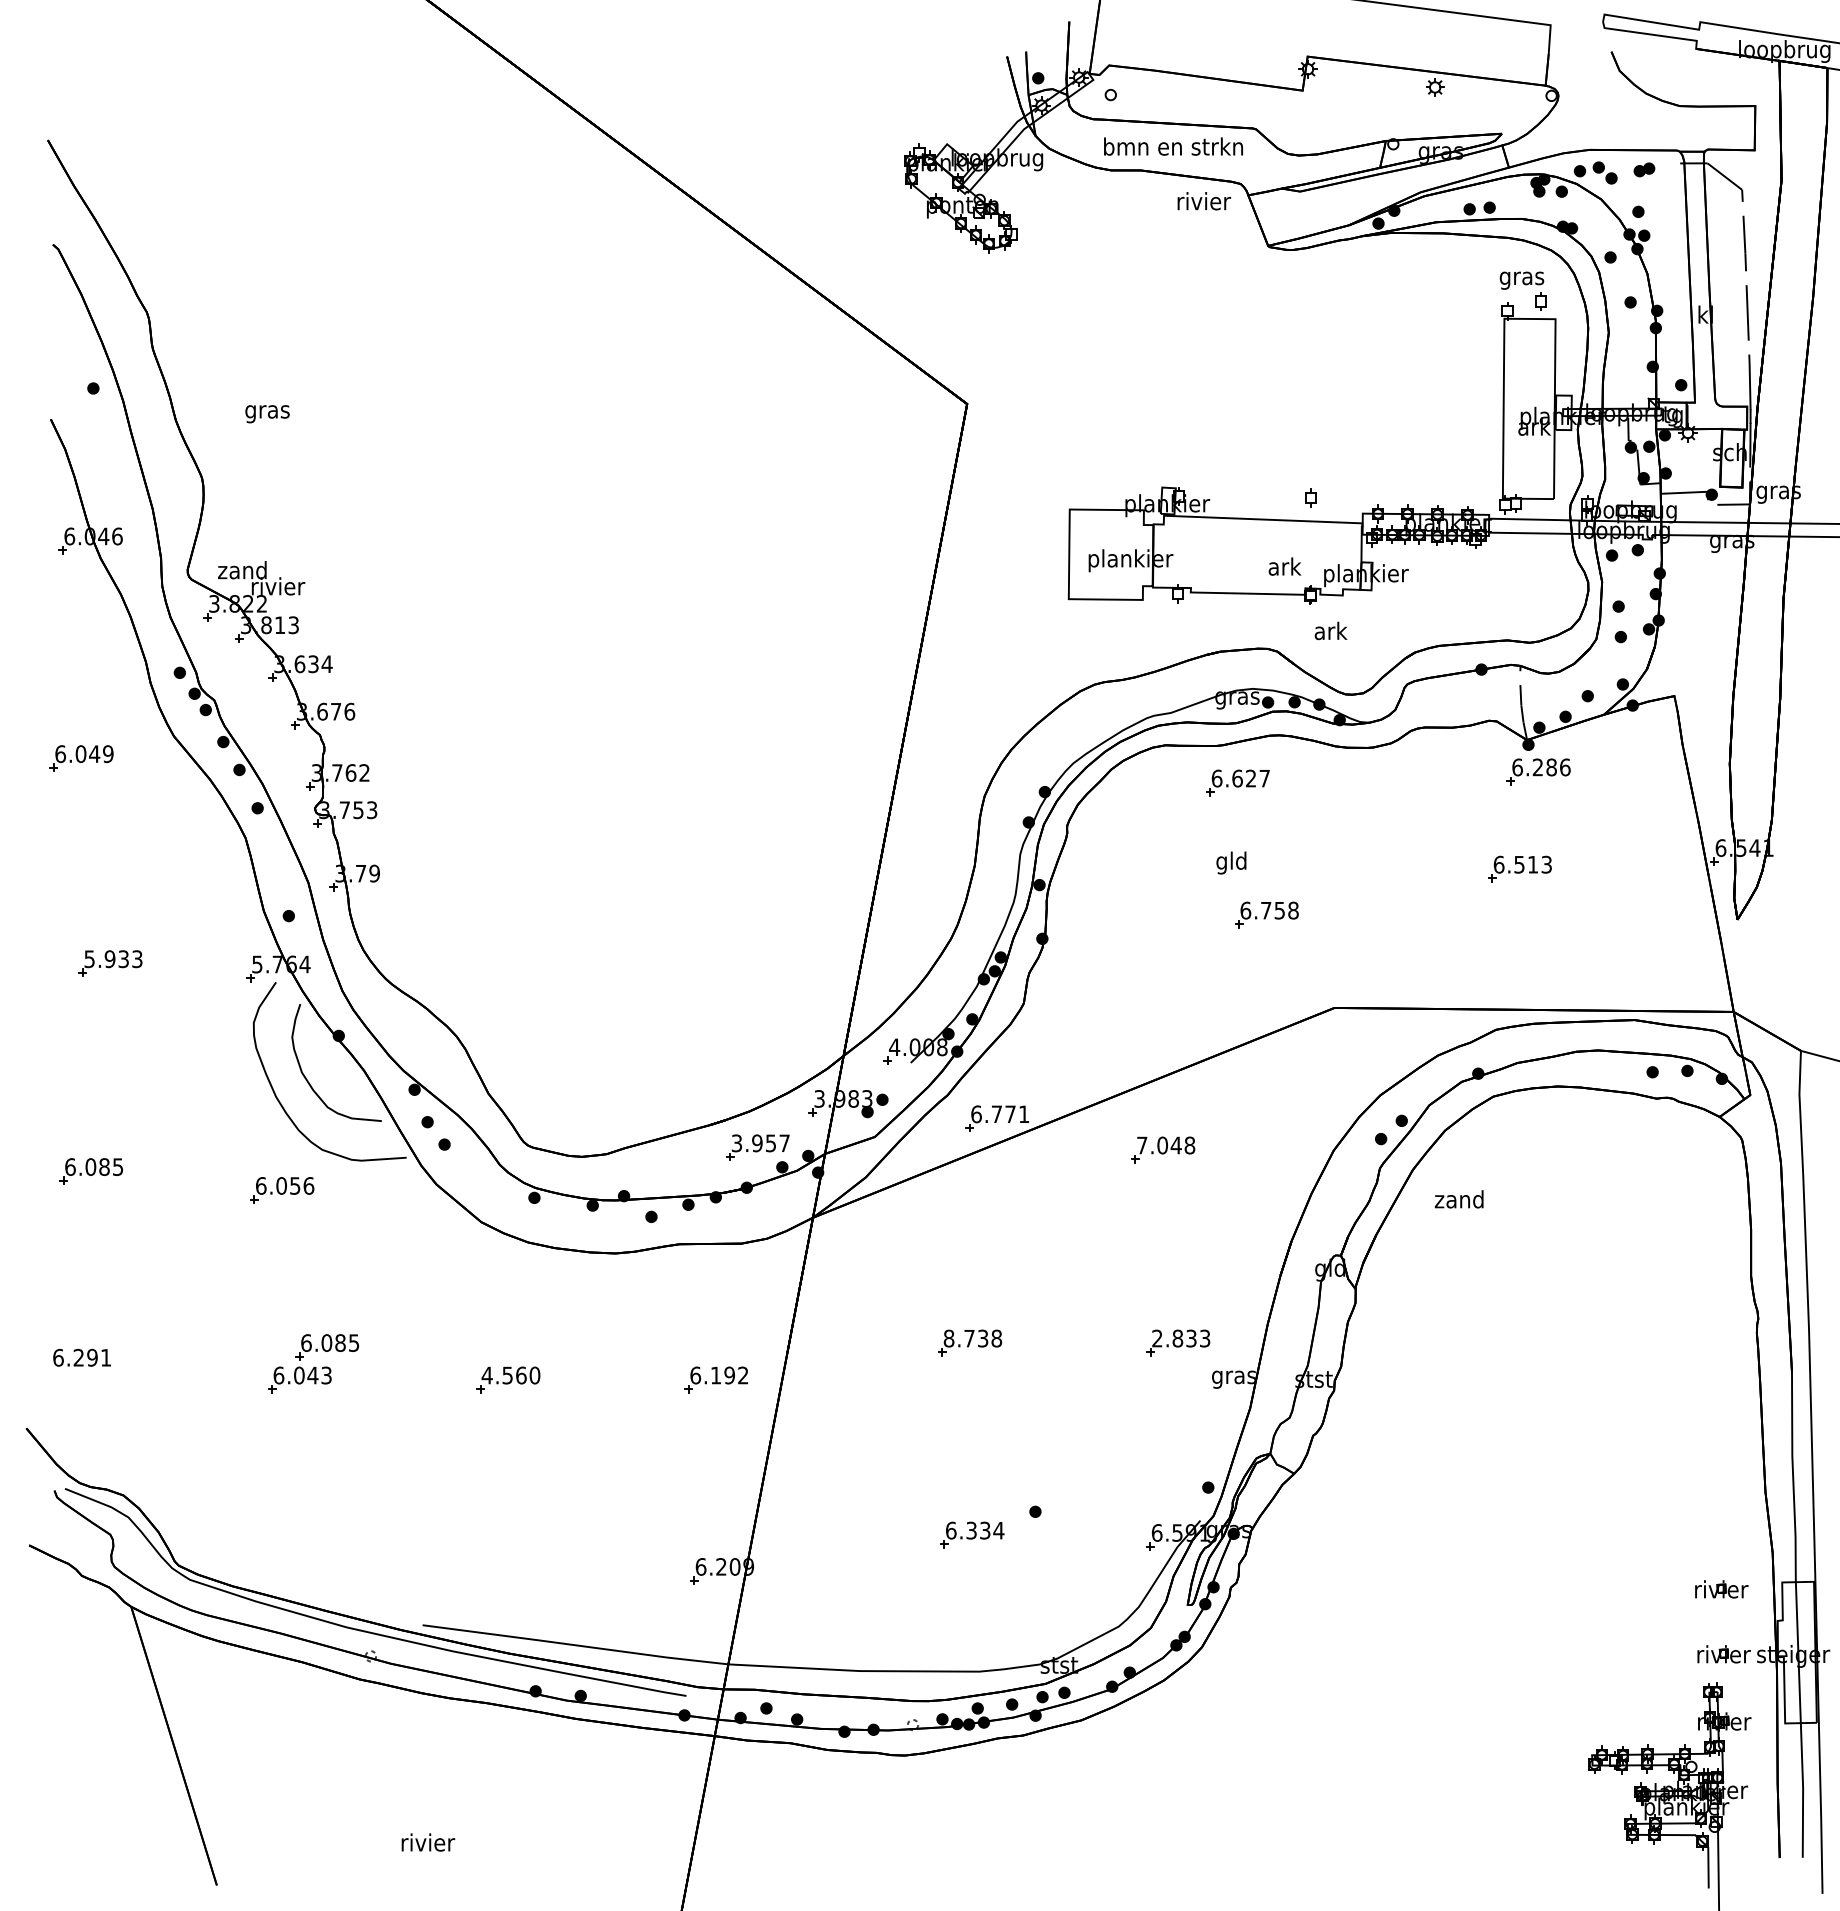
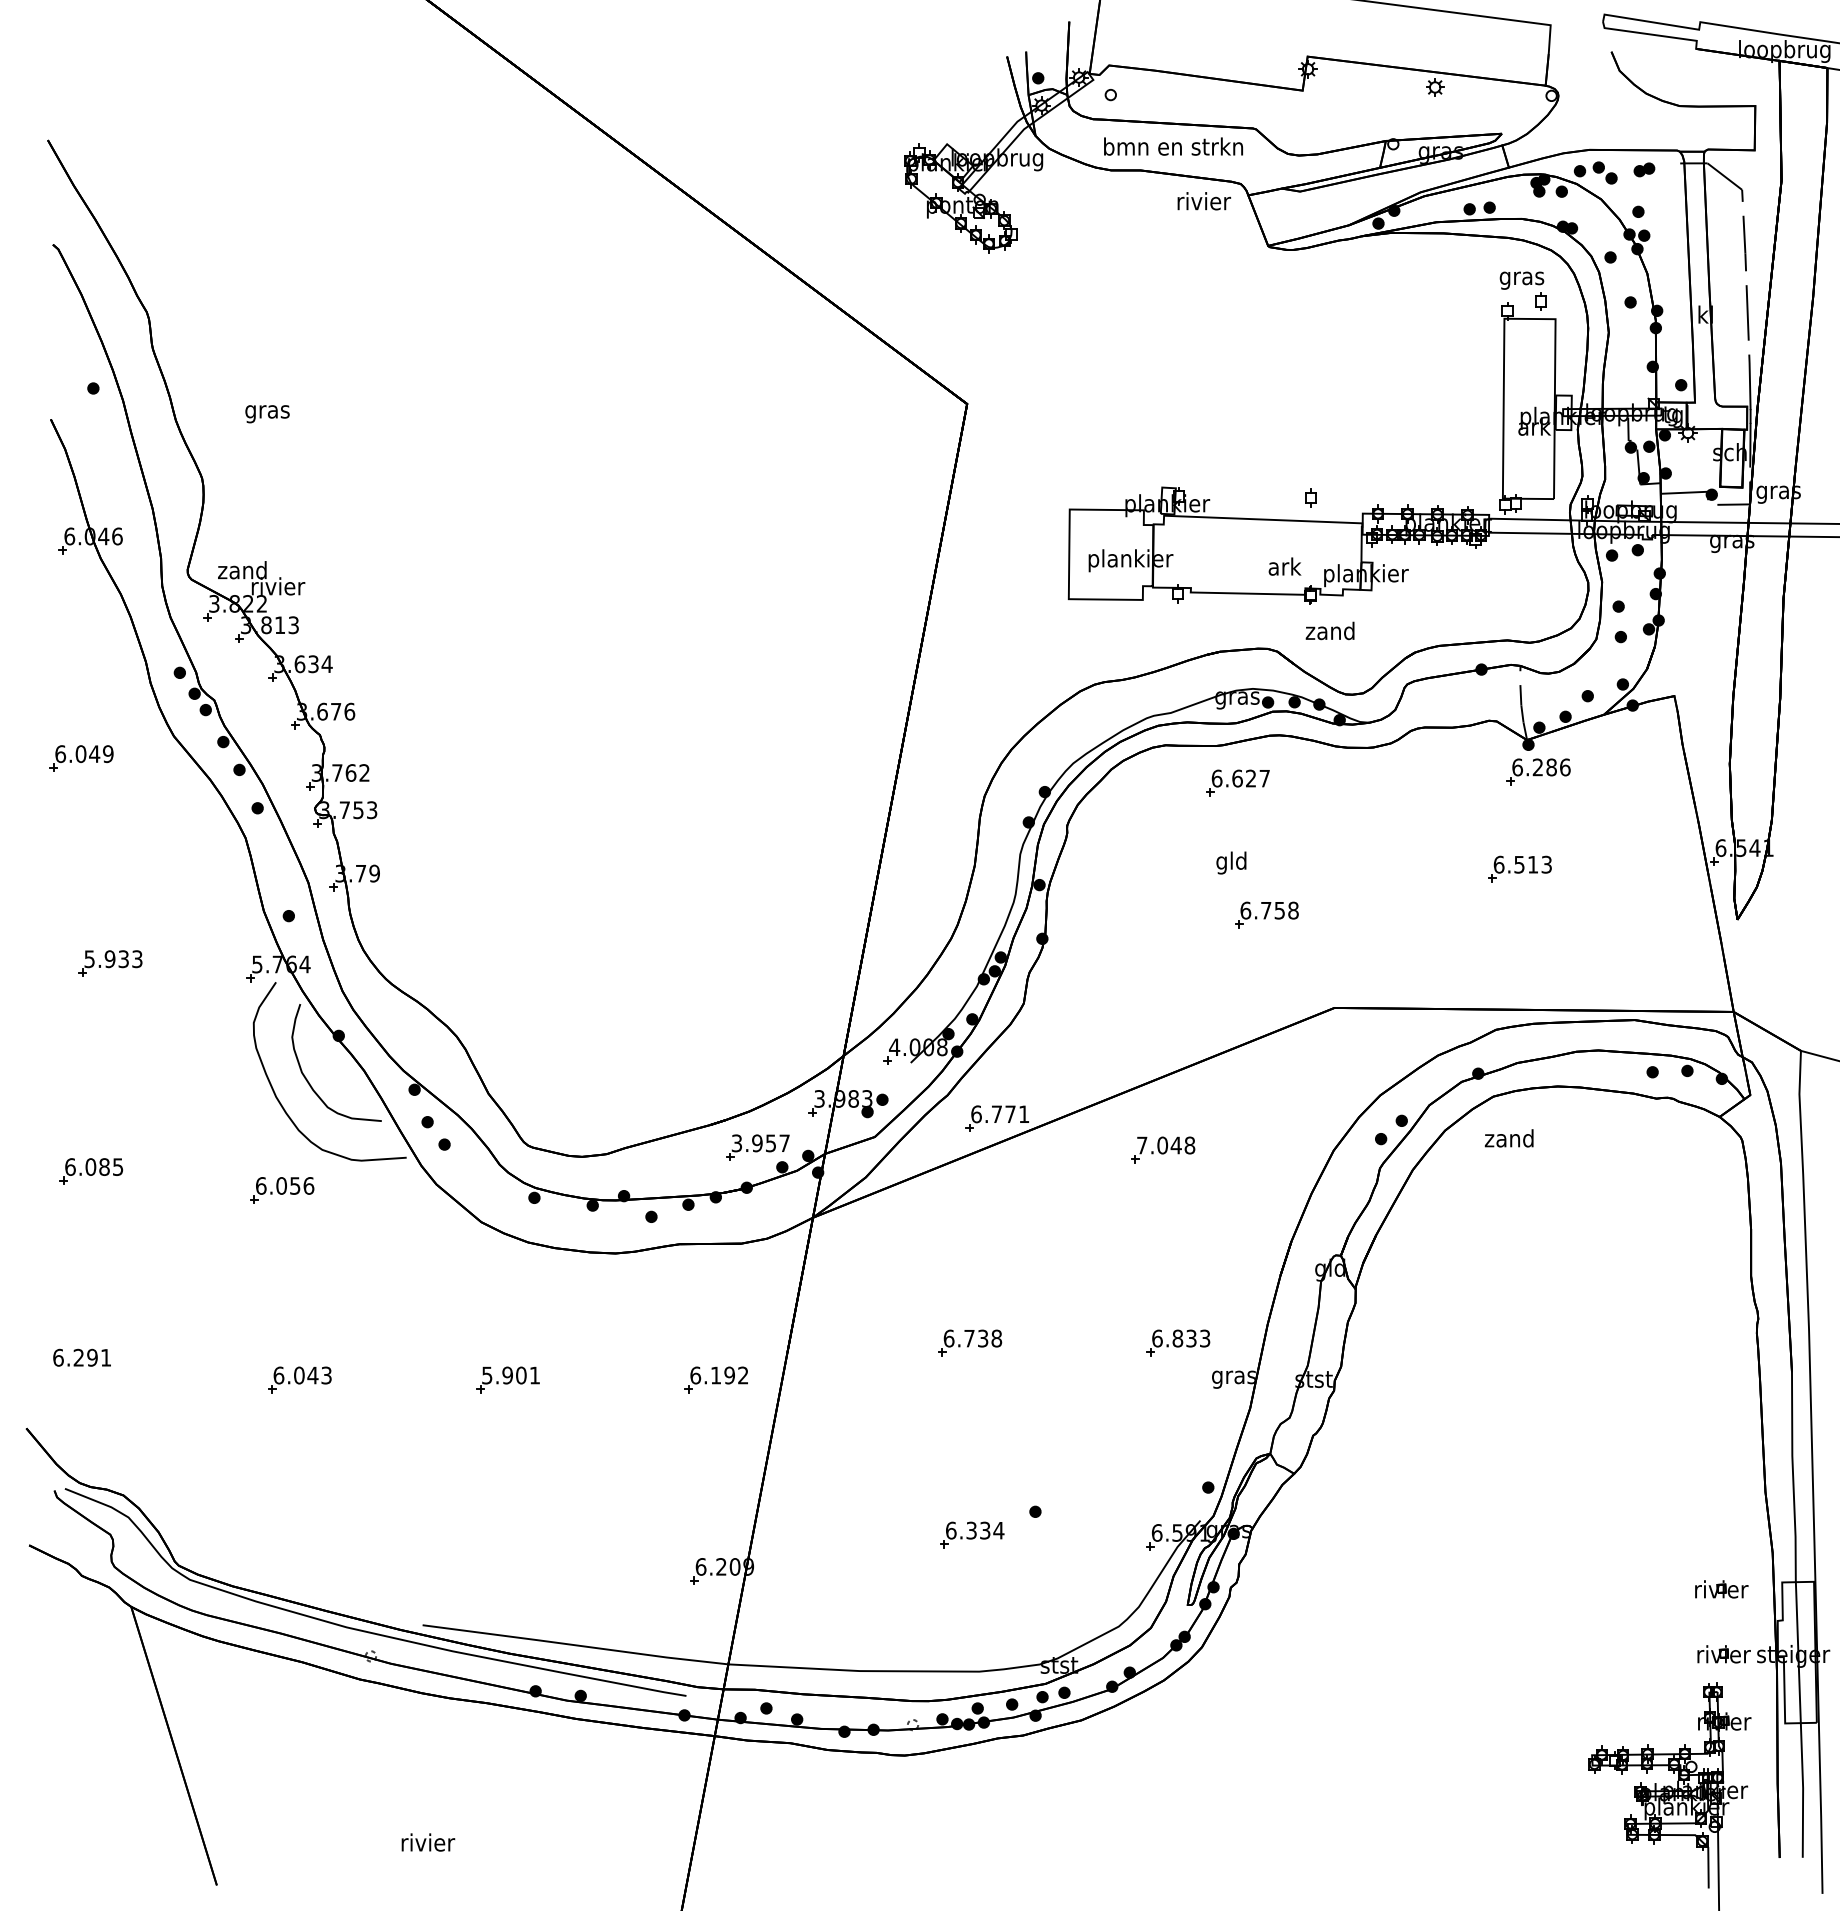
text at (1329, 630): ark -> zand
text at (1458, 1199) position: (1458, 1199) -> (1508, 1138)
text at (948, 1338): 8.738 -> 6.738
text at (1157, 1338): 2.833 -> 6.833
part at (327, 1347): present -> none
text at (510, 1375): 4.560 -> 5.901
